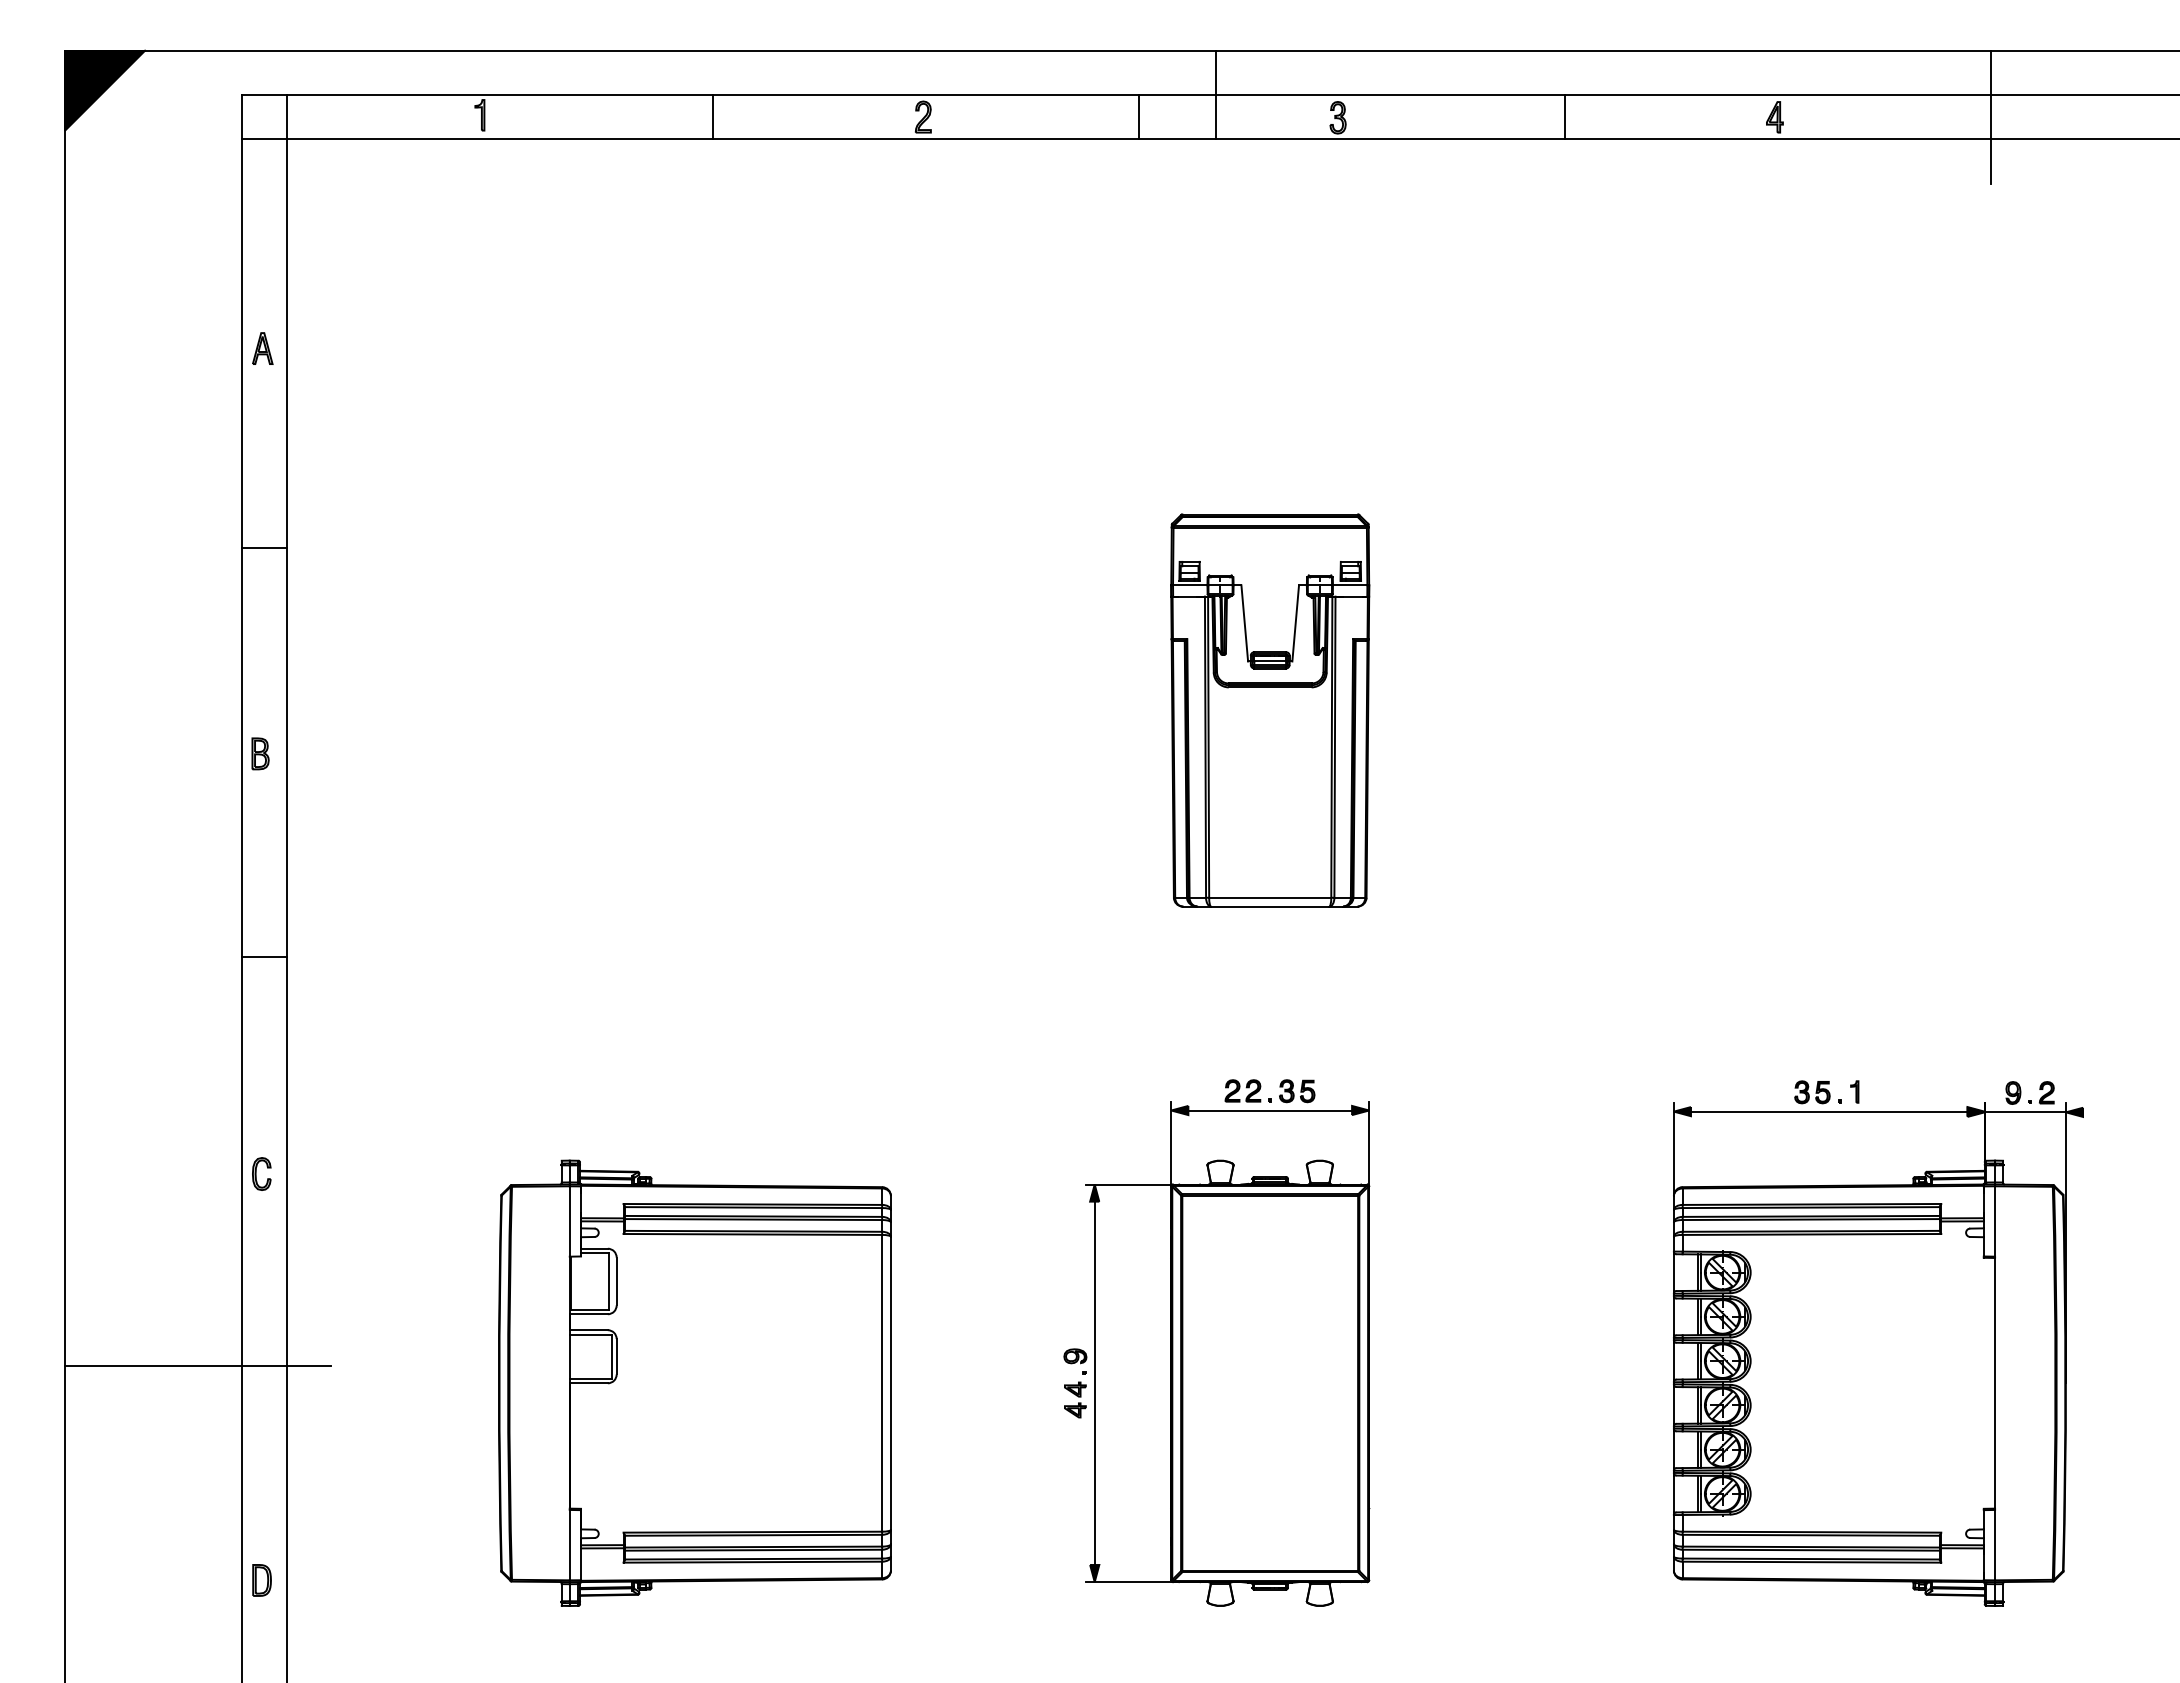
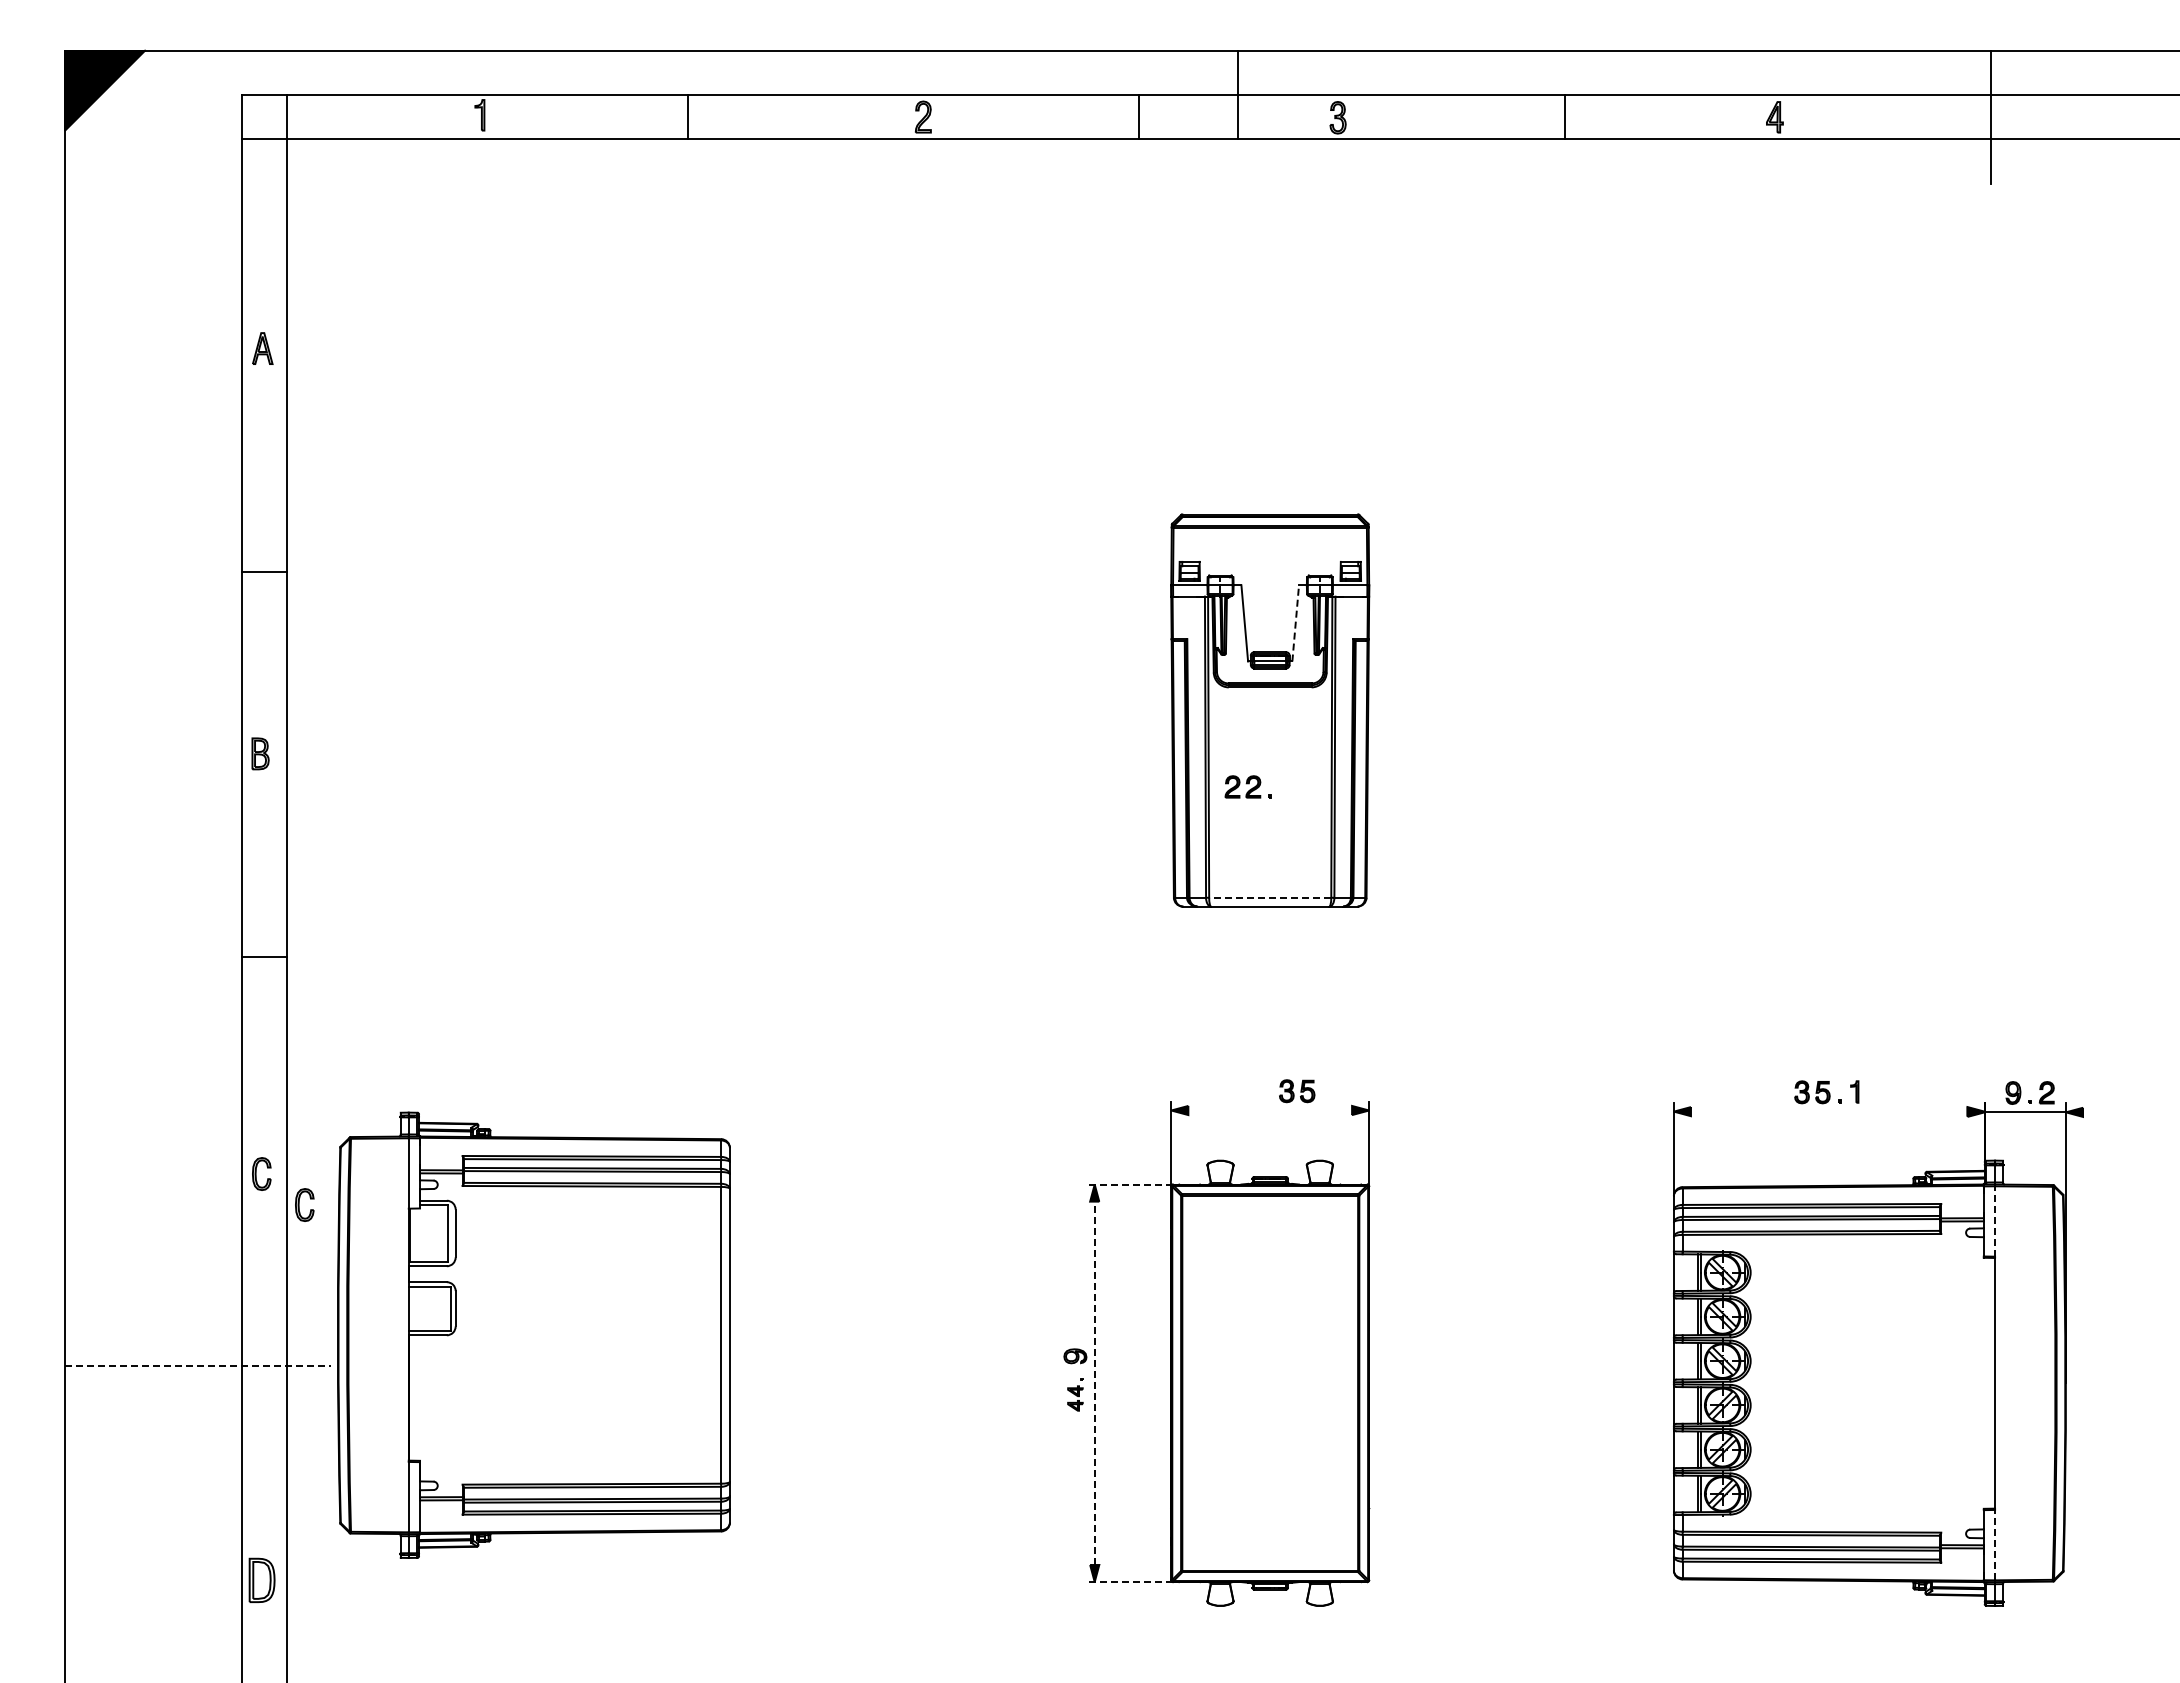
line at (1216, 94) position: (1216, 94) -> (1238, 94)
line at (712, 116) position: (712, 116) -> (687, 116)
line at (264, 548) position: (264, 548) -> (264, 572)
line at (1295, 622): solid -> dashed
line at (1269, 897): solid -> dashed
part at (1247, 1090) position: (1247, 1090) -> (1247, 786)
line at (1270, 1110): present -> none
line at (1828, 1111): present -> none
line at (1129, 1184): solid -> dashed
part at (304, 1204): none -> present
line at (1995, 1220): solid -> dashed
line at (198, 1365): solid -> dashed
part at (694, 1382) position: (694, 1382) -> (533, 1334)
line at (1094, 1383): solid -> dashed
part at (1075, 1394) size: 23x48 px -> 17x34 px
line at (1995, 1544): solid -> dashed
part at (261, 1580) size: 20x33 px -> 28x46 px
line at (1129, 1582): solid -> dashed
